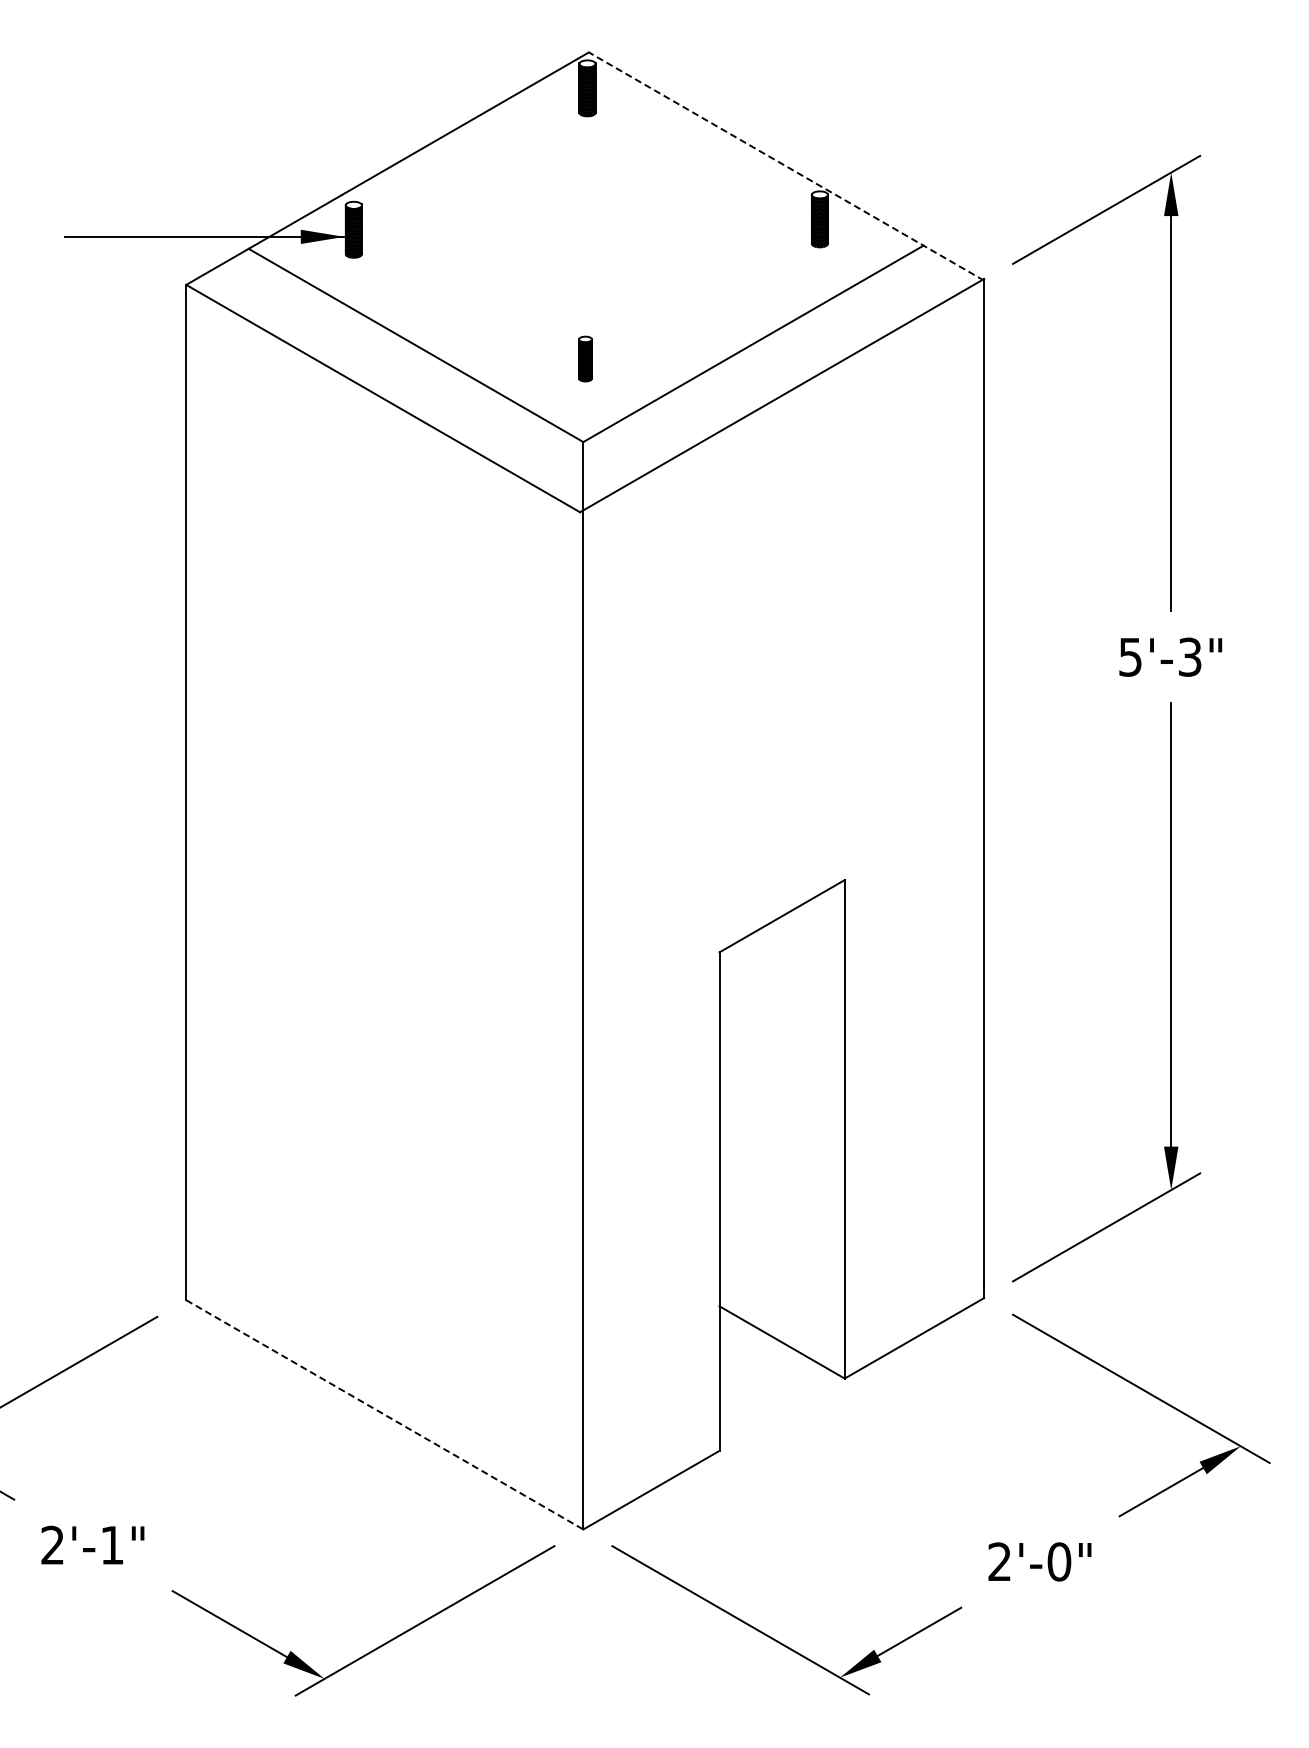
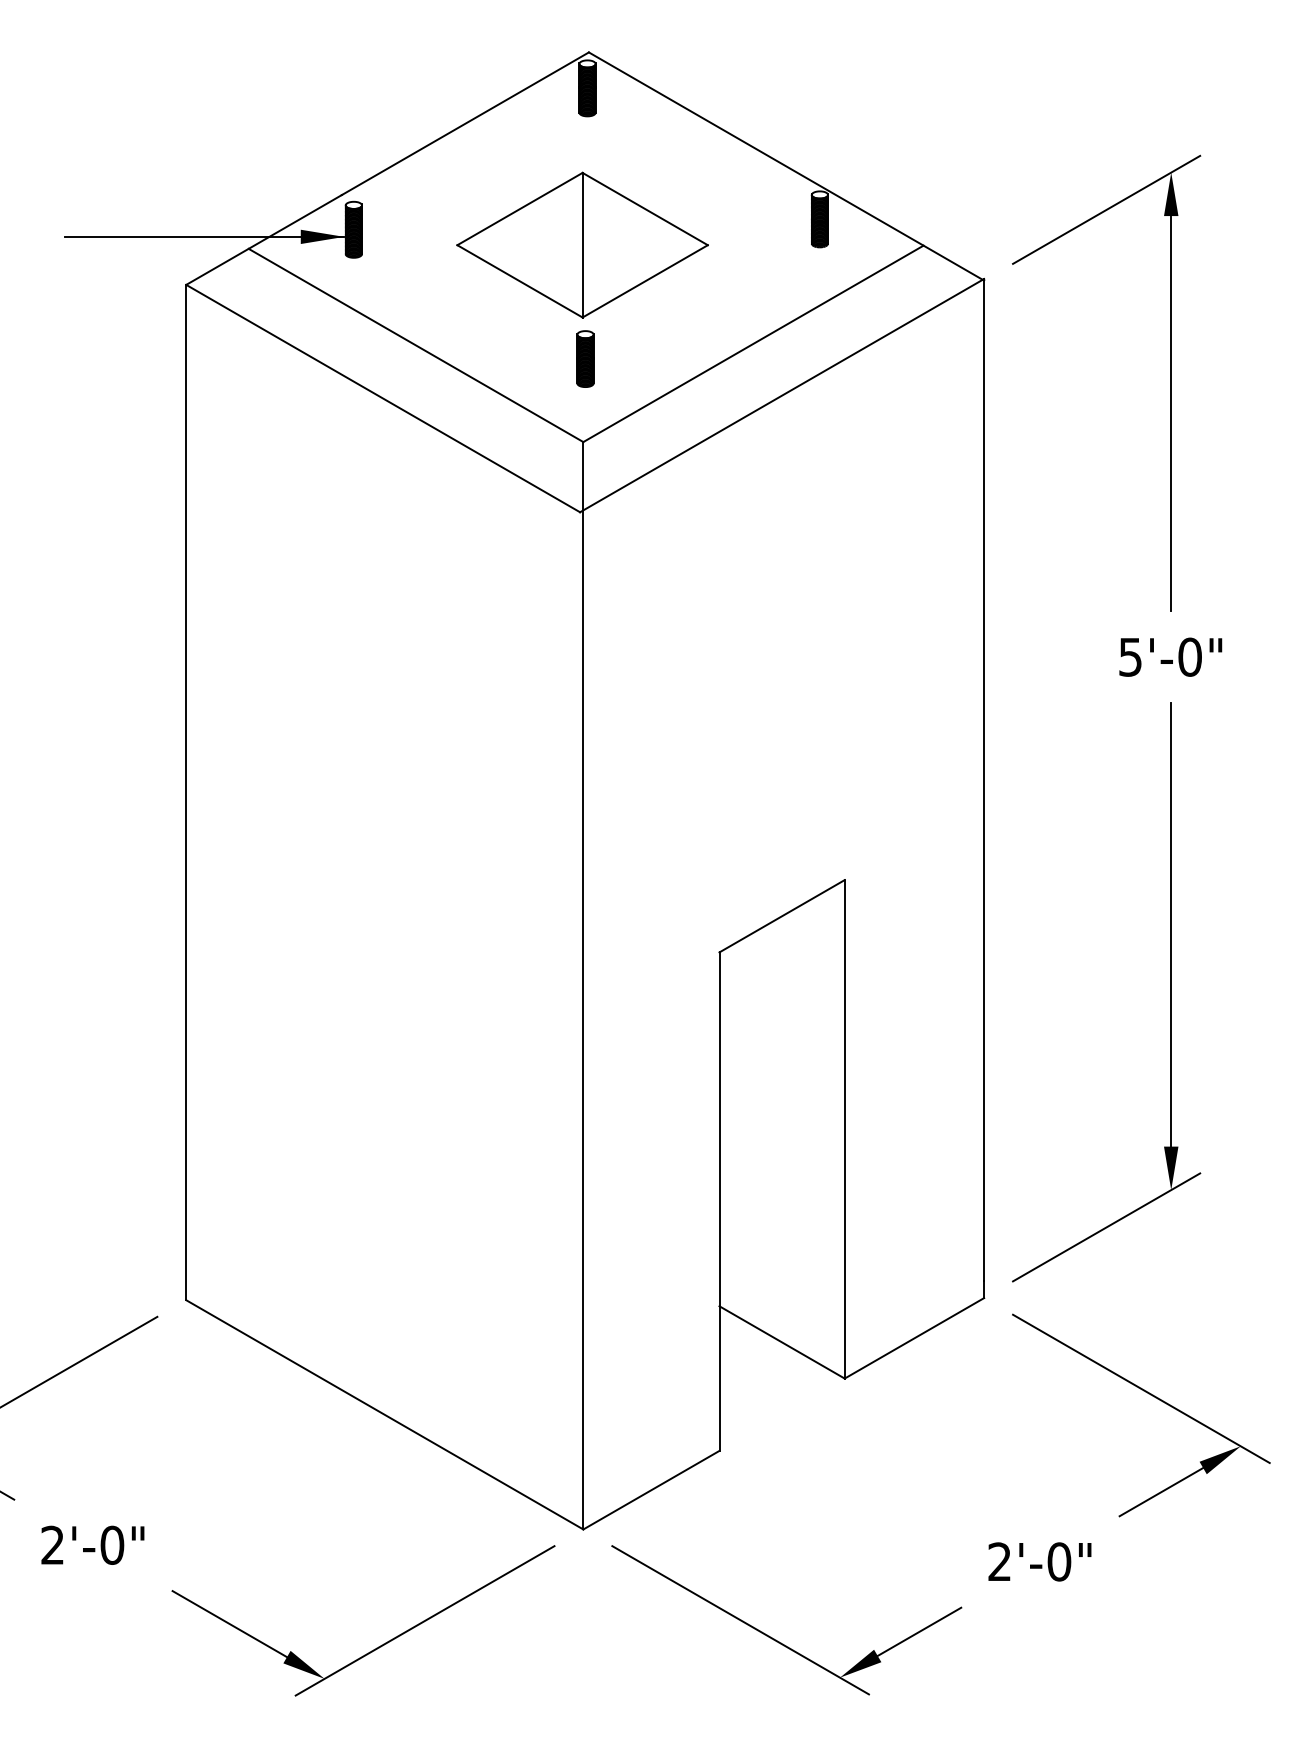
line at (786, 166): dashed -> solid
part at (582, 244): none -> present
part at (585, 358) size: 15x48 px -> 19x58 px
text at (1189, 656): 5'-3" -> 5'-0"
line at (385, 1415): dashed -> solid
text at (112, 1544): 2'-1" -> 2'-0"
